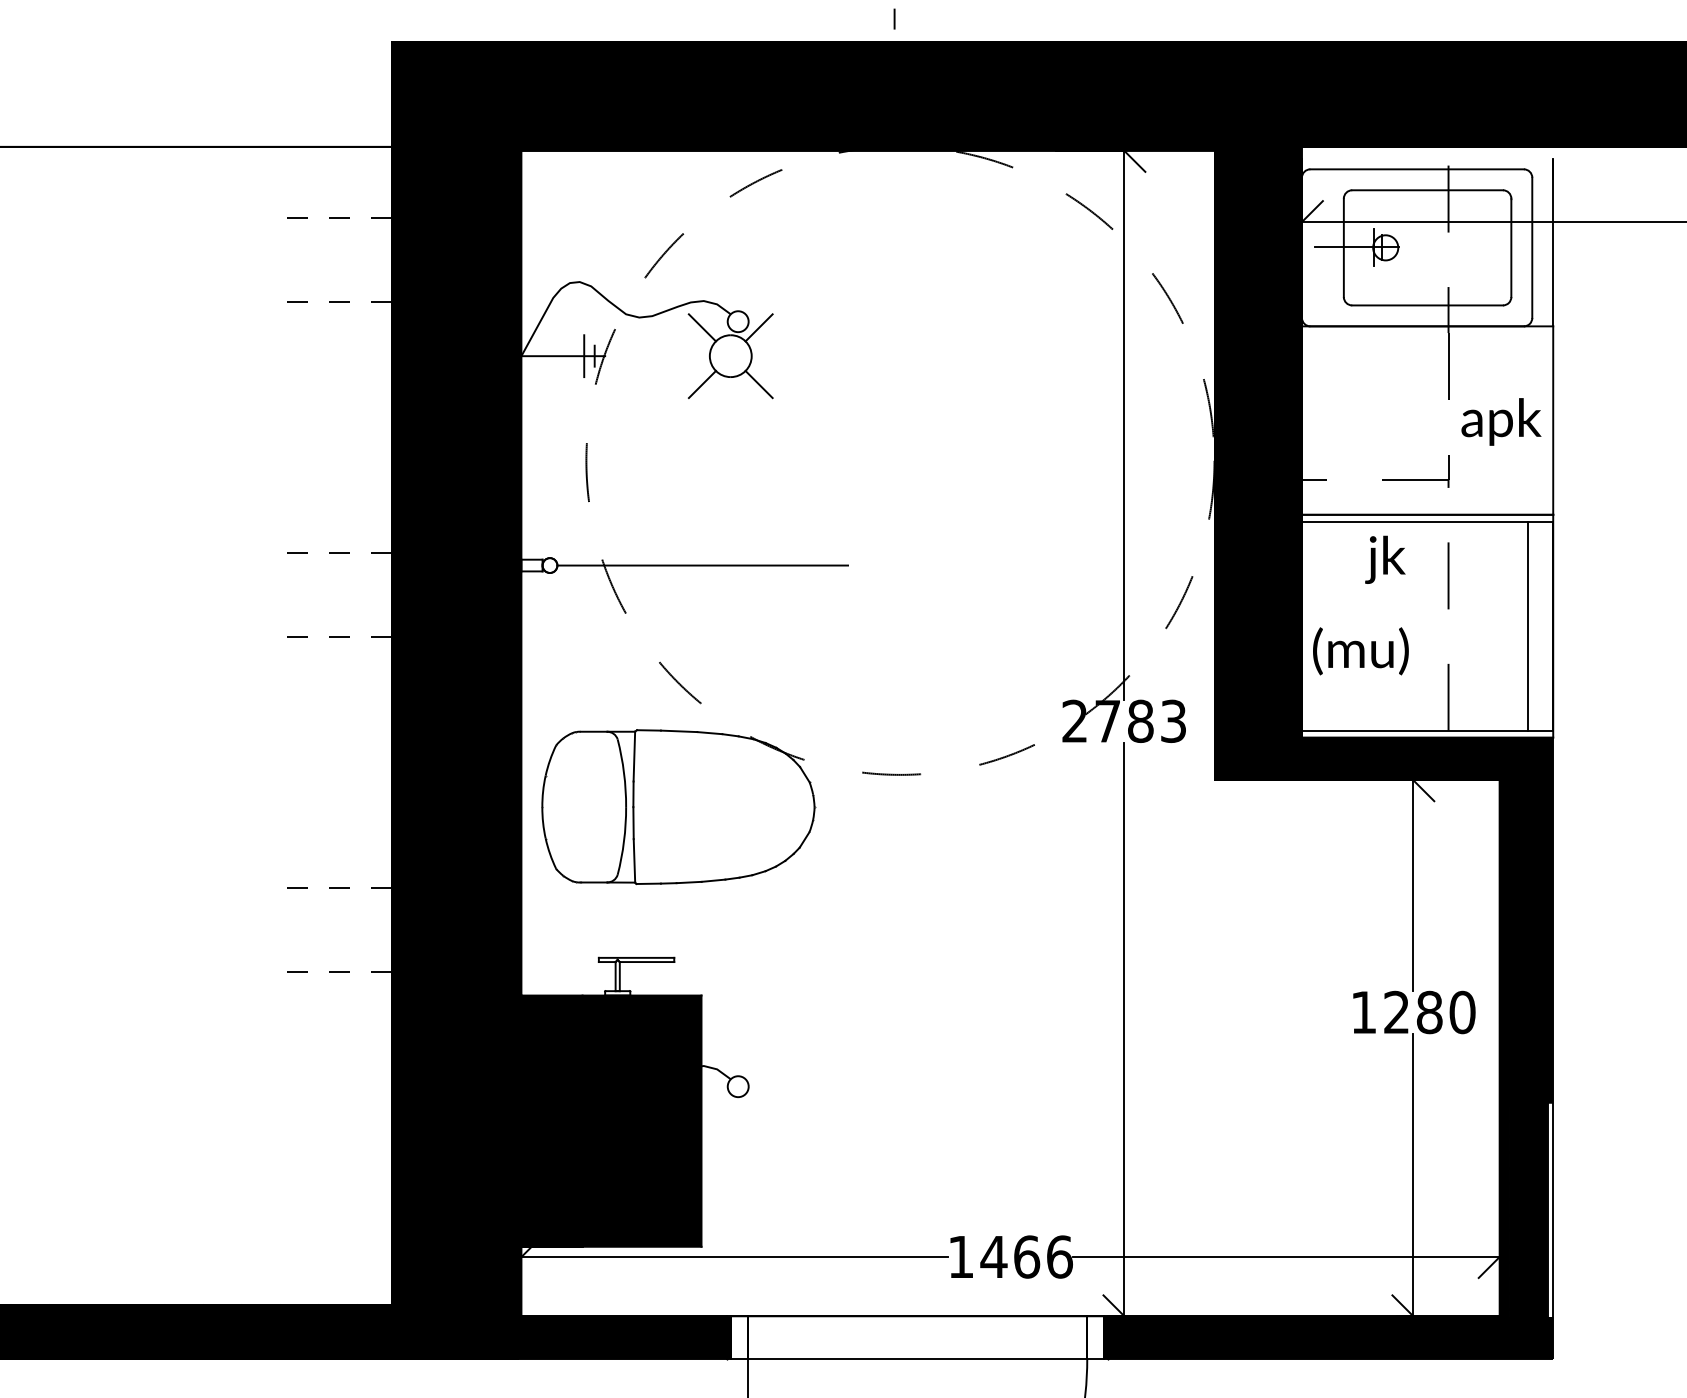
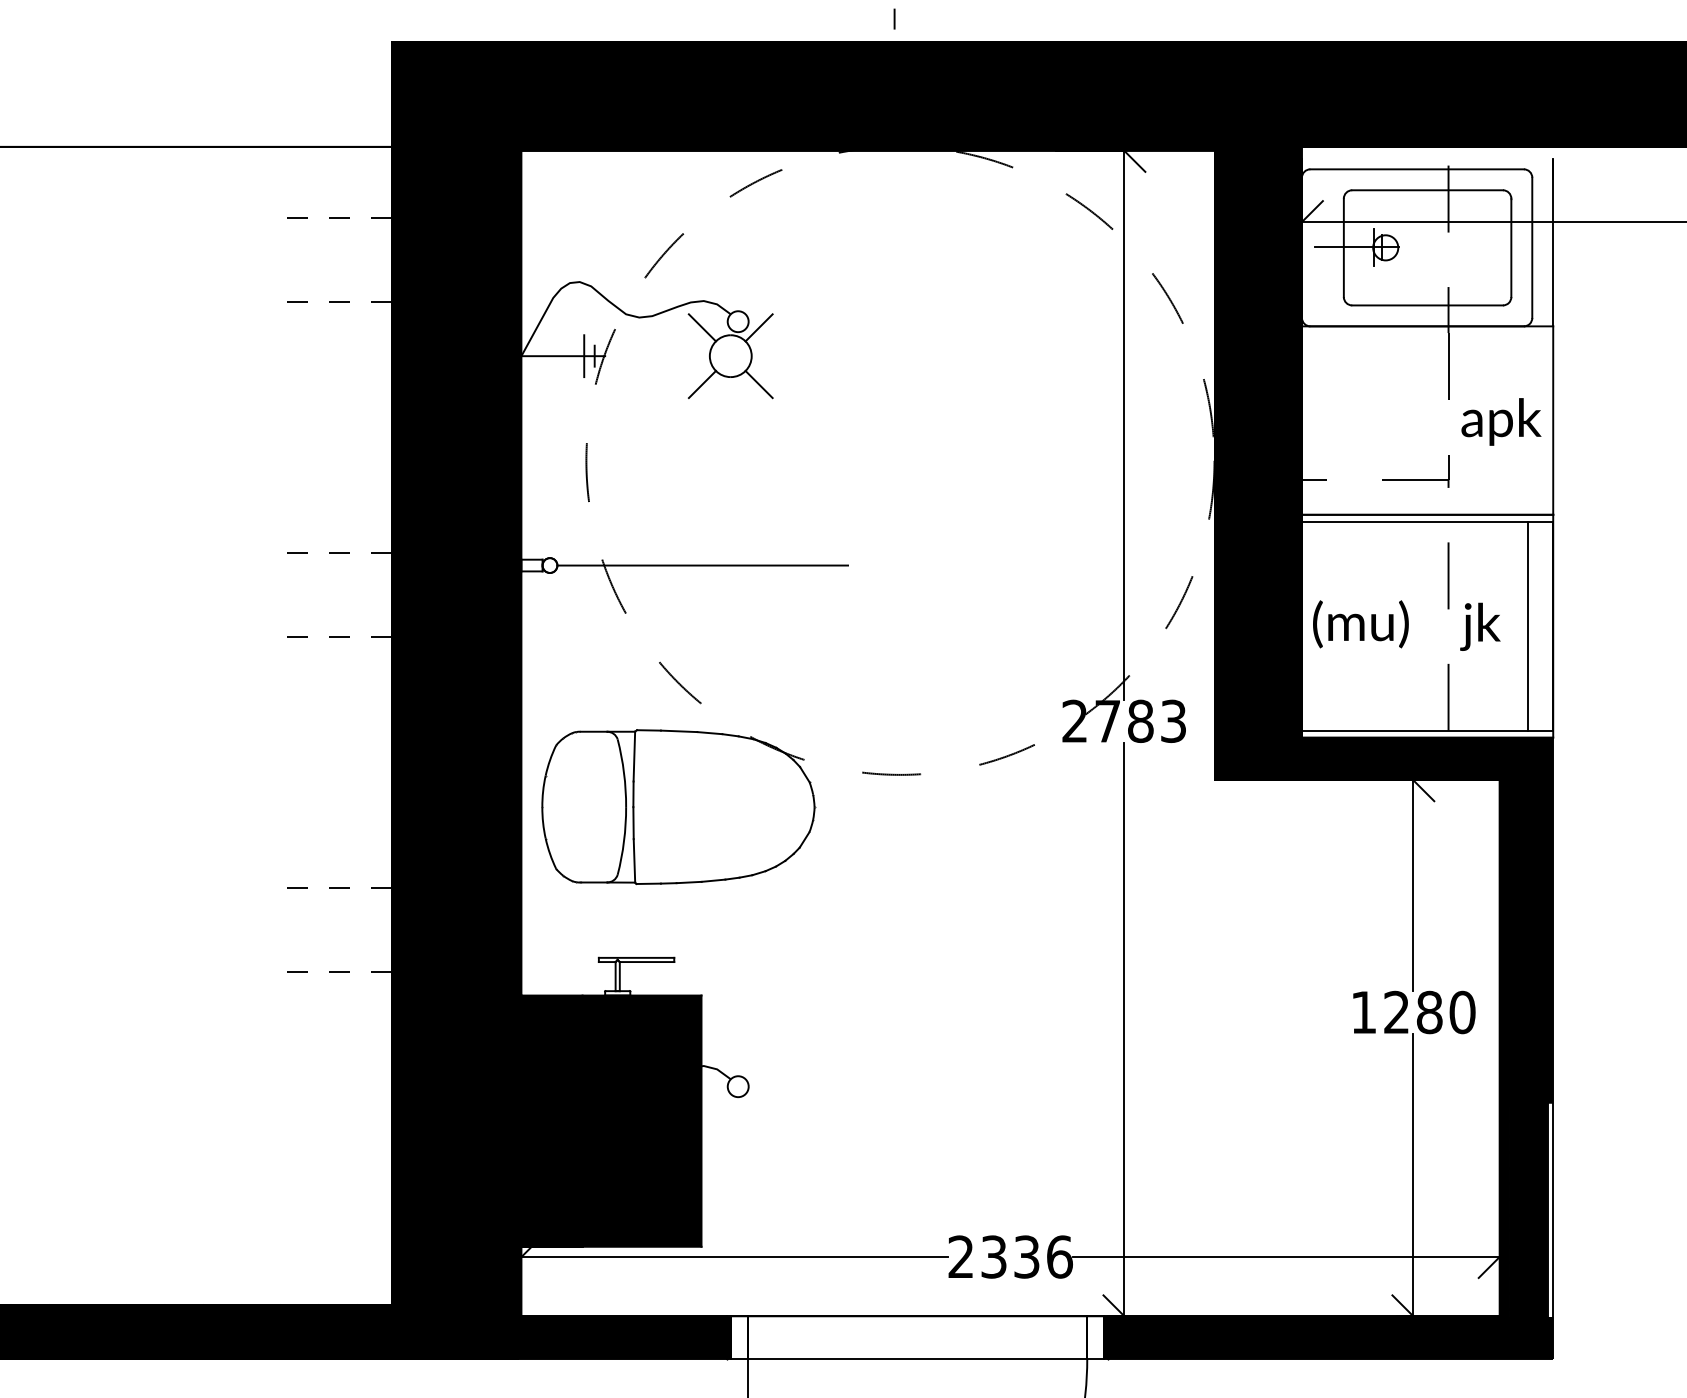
text at (1385, 559) position: (1385, 559) -> (1480, 626)
text at (1360, 651) position: (1360, 651) -> (1360, 624)
text at (994, 1256): 1466 -> 2336
